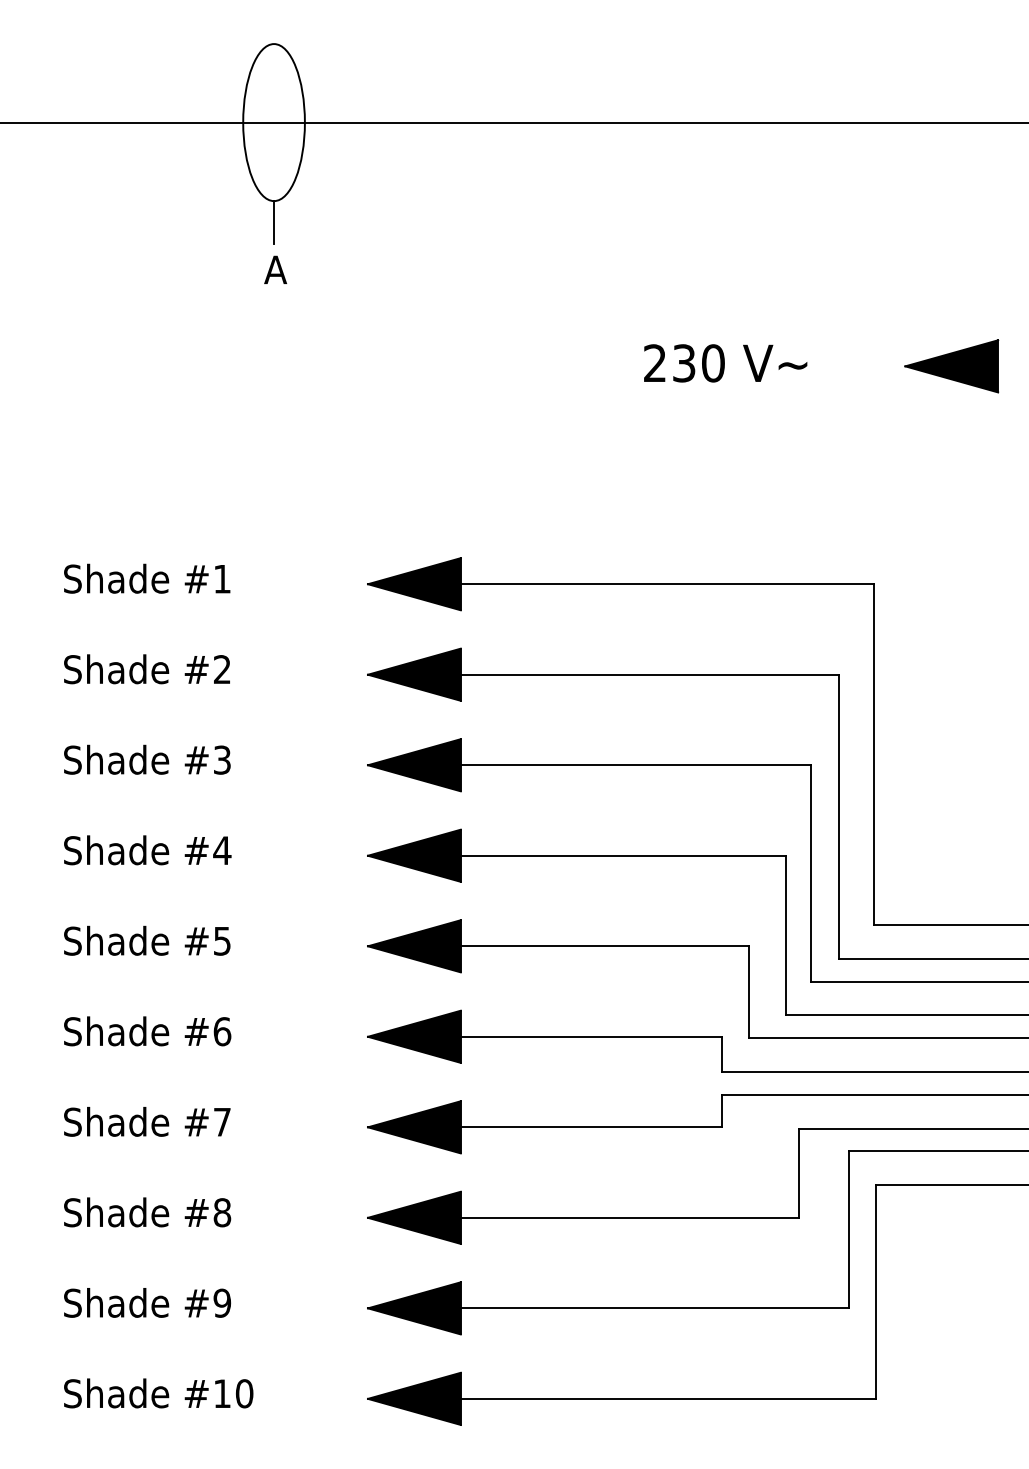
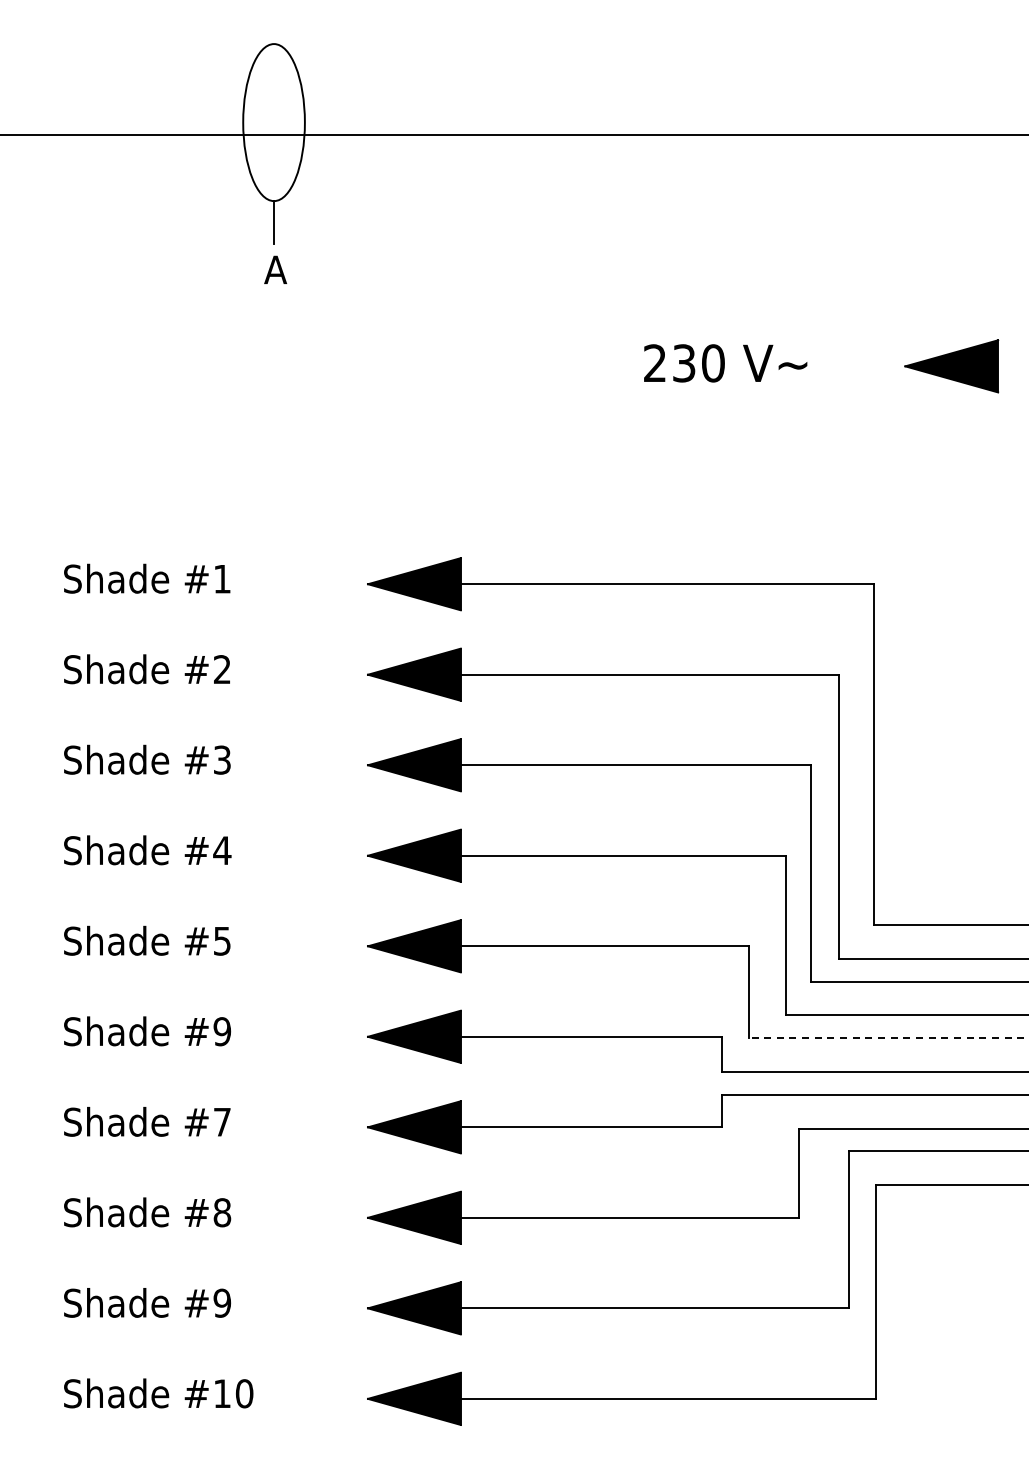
line at (513, 122) position: (513, 122) -> (513, 134)
text at (222, 1031): #6 -> #9
line at (888, 1038): solid -> dashed
